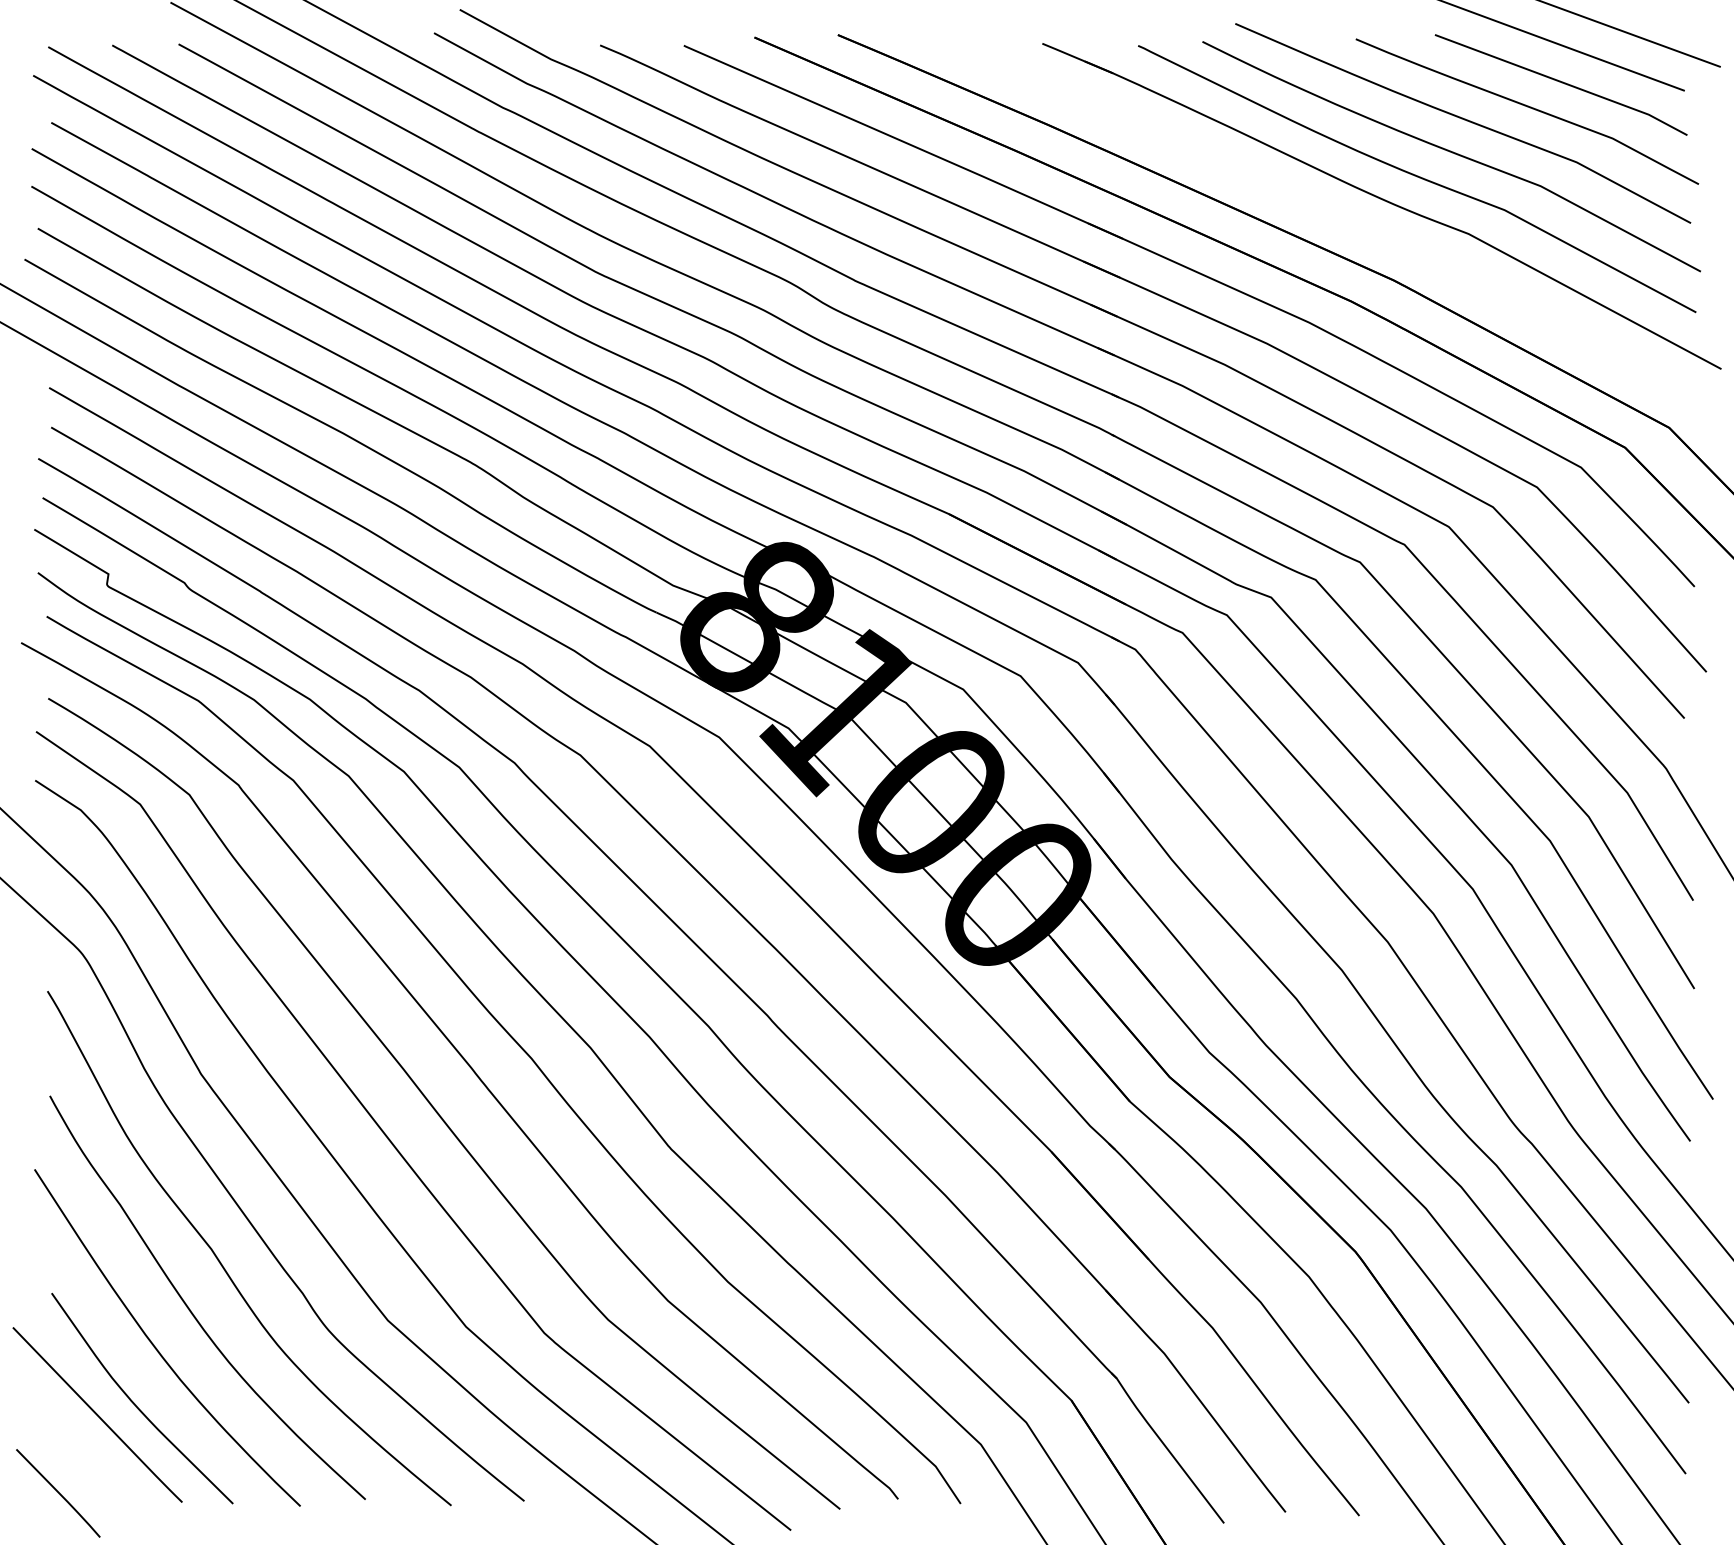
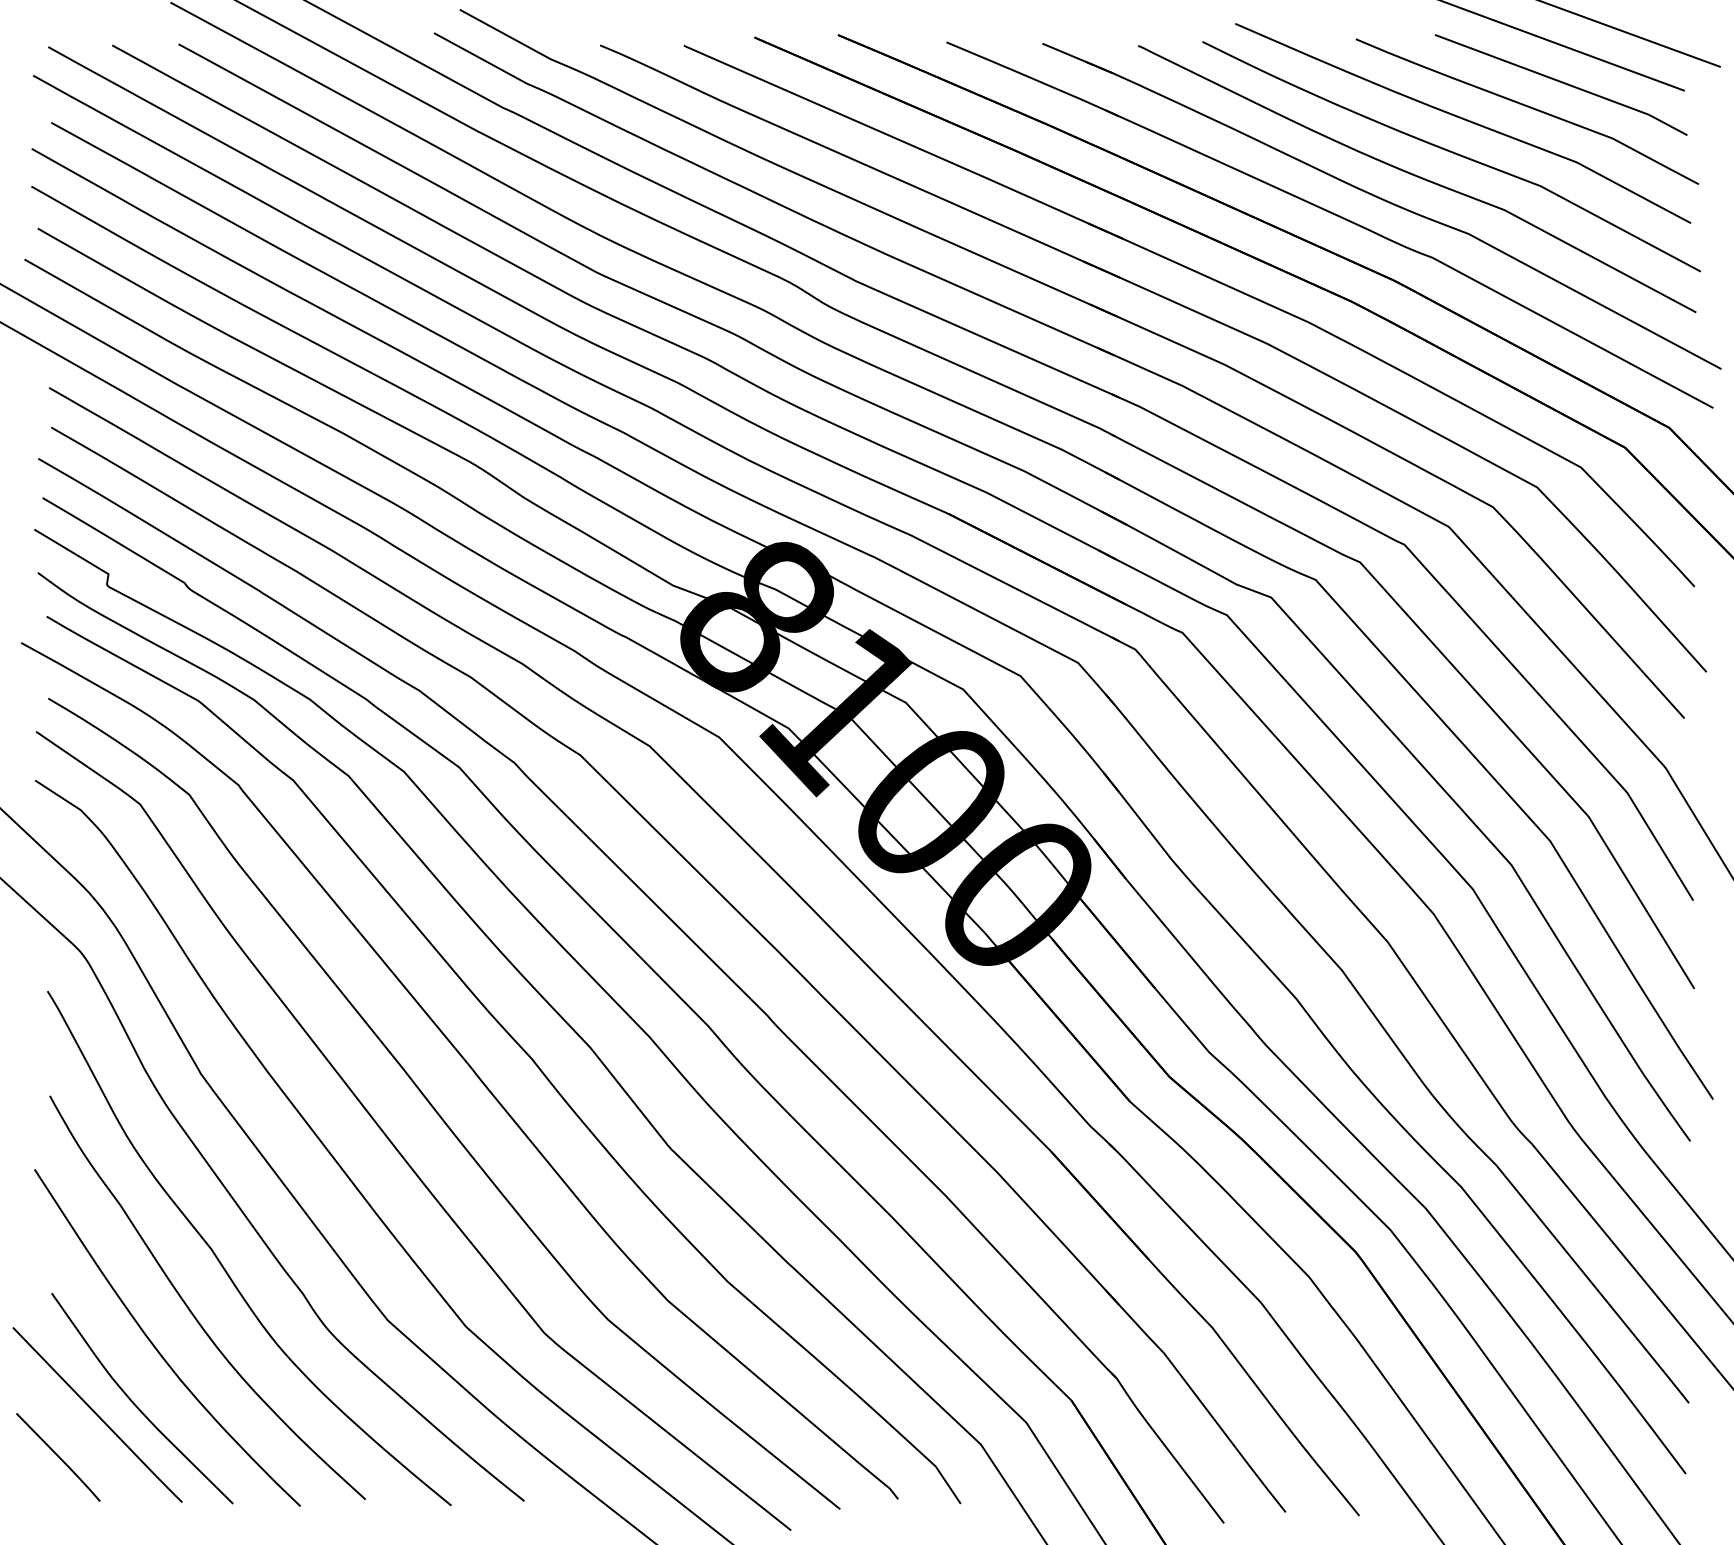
part at (1334, 215): none -> present
line at (58, 1493) position: (58, 1493) -> (58, 1457)
